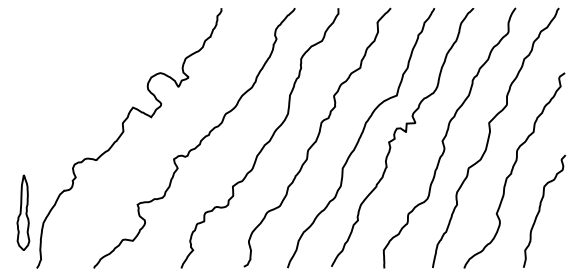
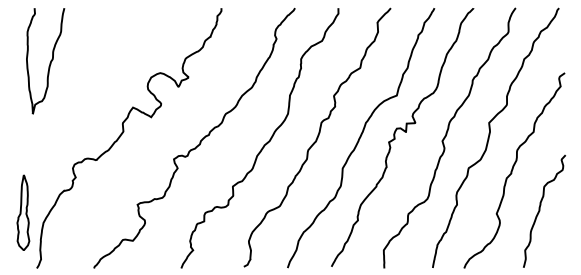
curve at (49, 62): none -> present
